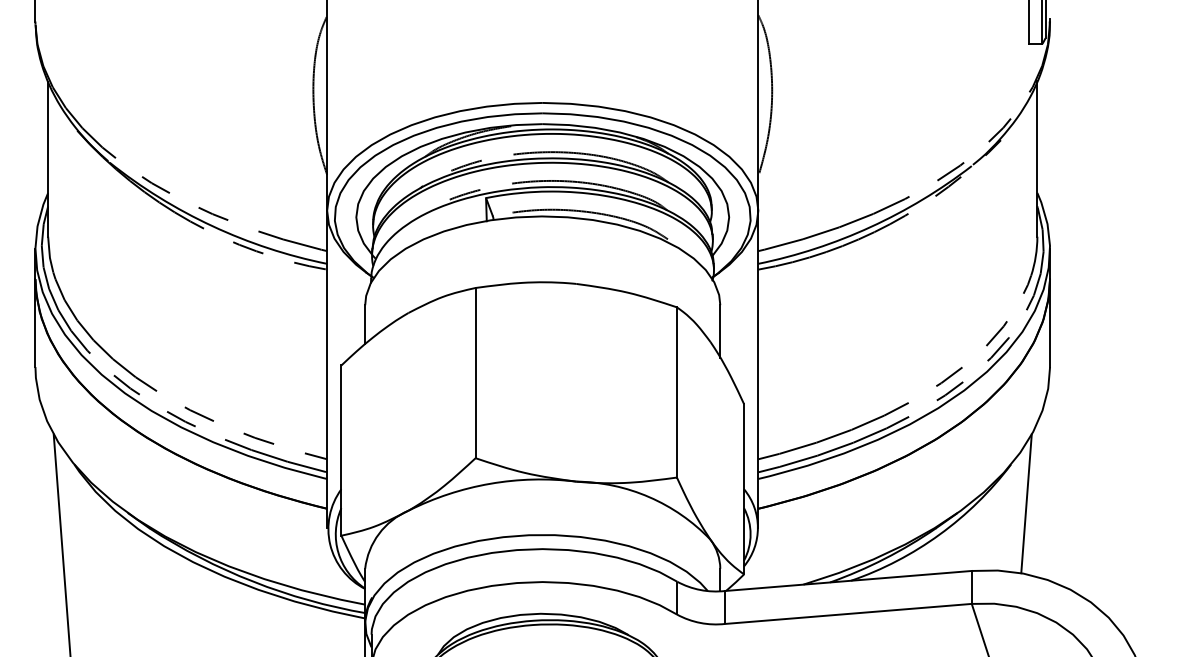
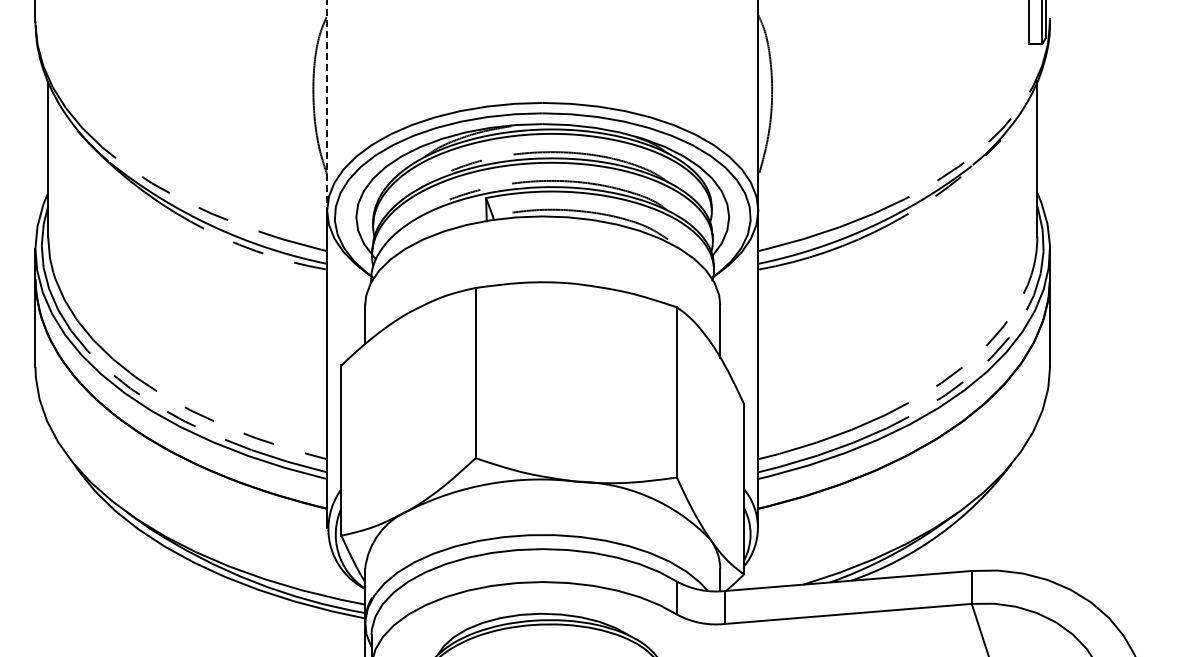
line at (327, 105): solid -> dashed
line at (1026, 503): present -> none
line at (61, 543): present -> none
